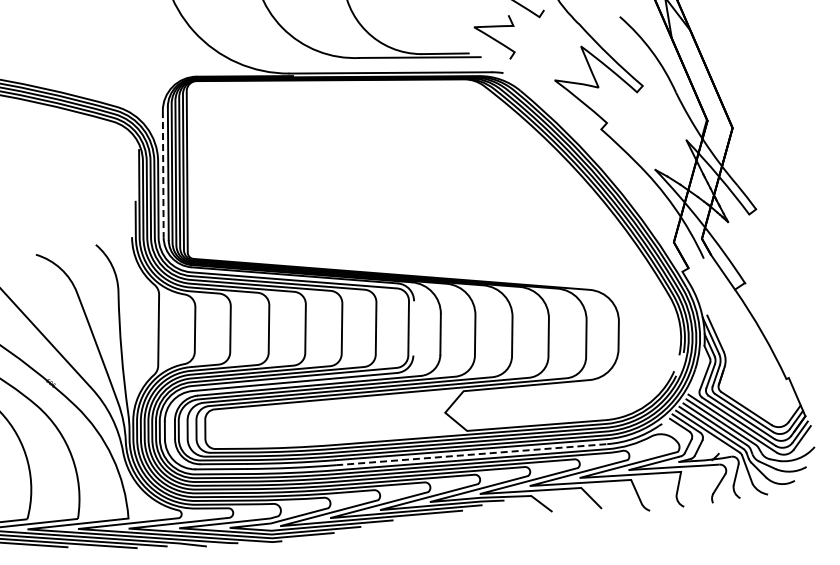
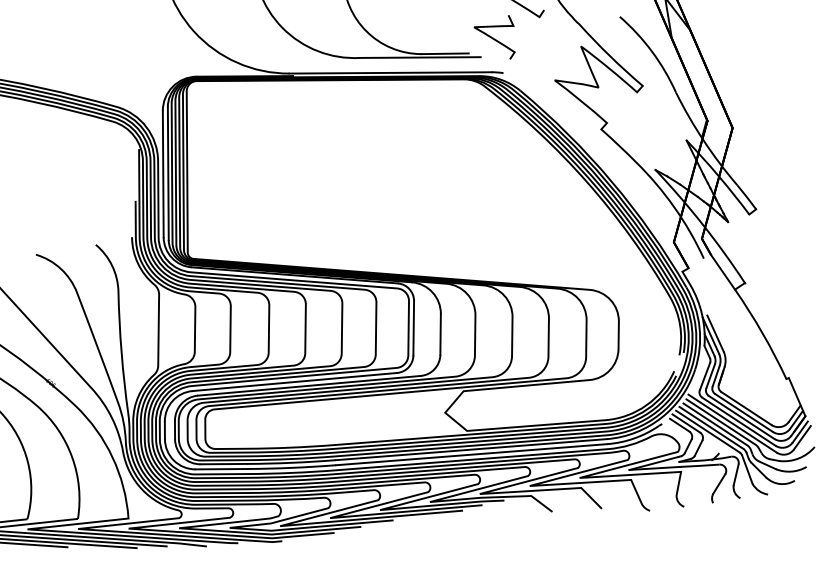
line at (163, 174): dashed -> solid
line at (413, 328): none -> present
line at (471, 454): dashed -> solid
